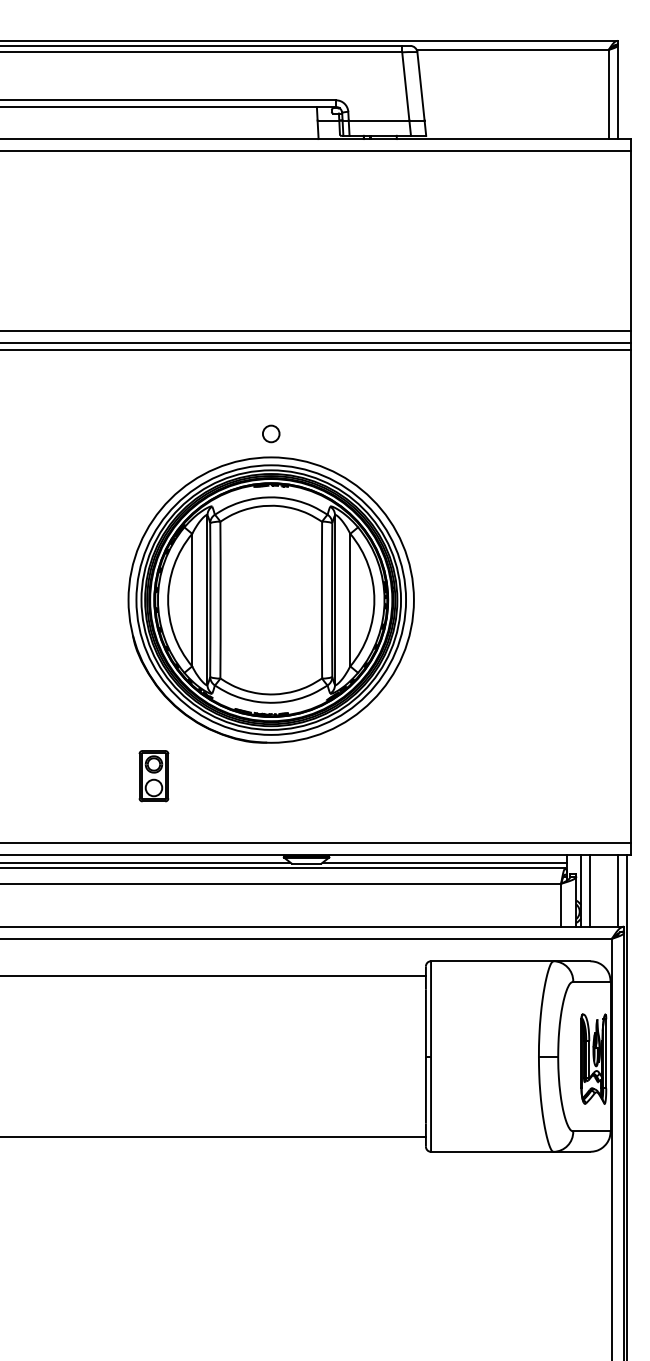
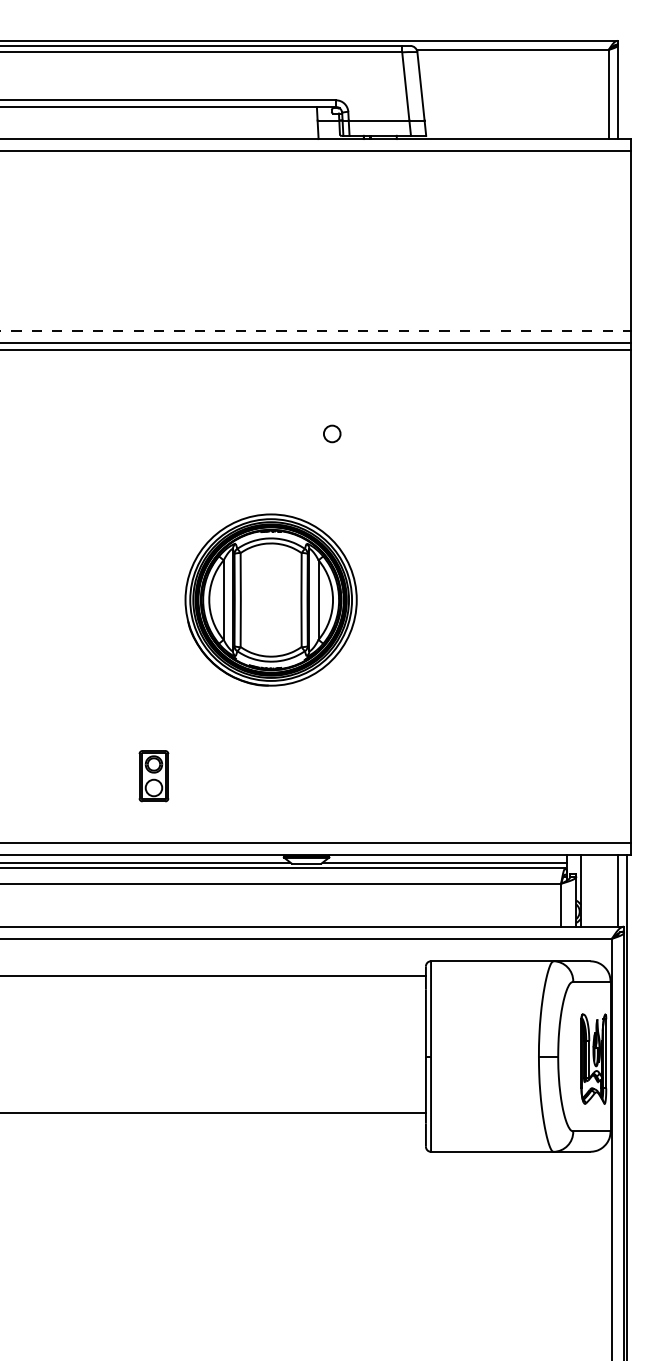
line at (315, 330): solid -> dashed
circle at (271, 433) position: (271, 433) -> (332, 433)
part at (270, 599) size: 288x288 px -> 174x174 px
line at (590, 890): present -> none
line at (213, 1136) position: (213, 1136) -> (213, 1112)
